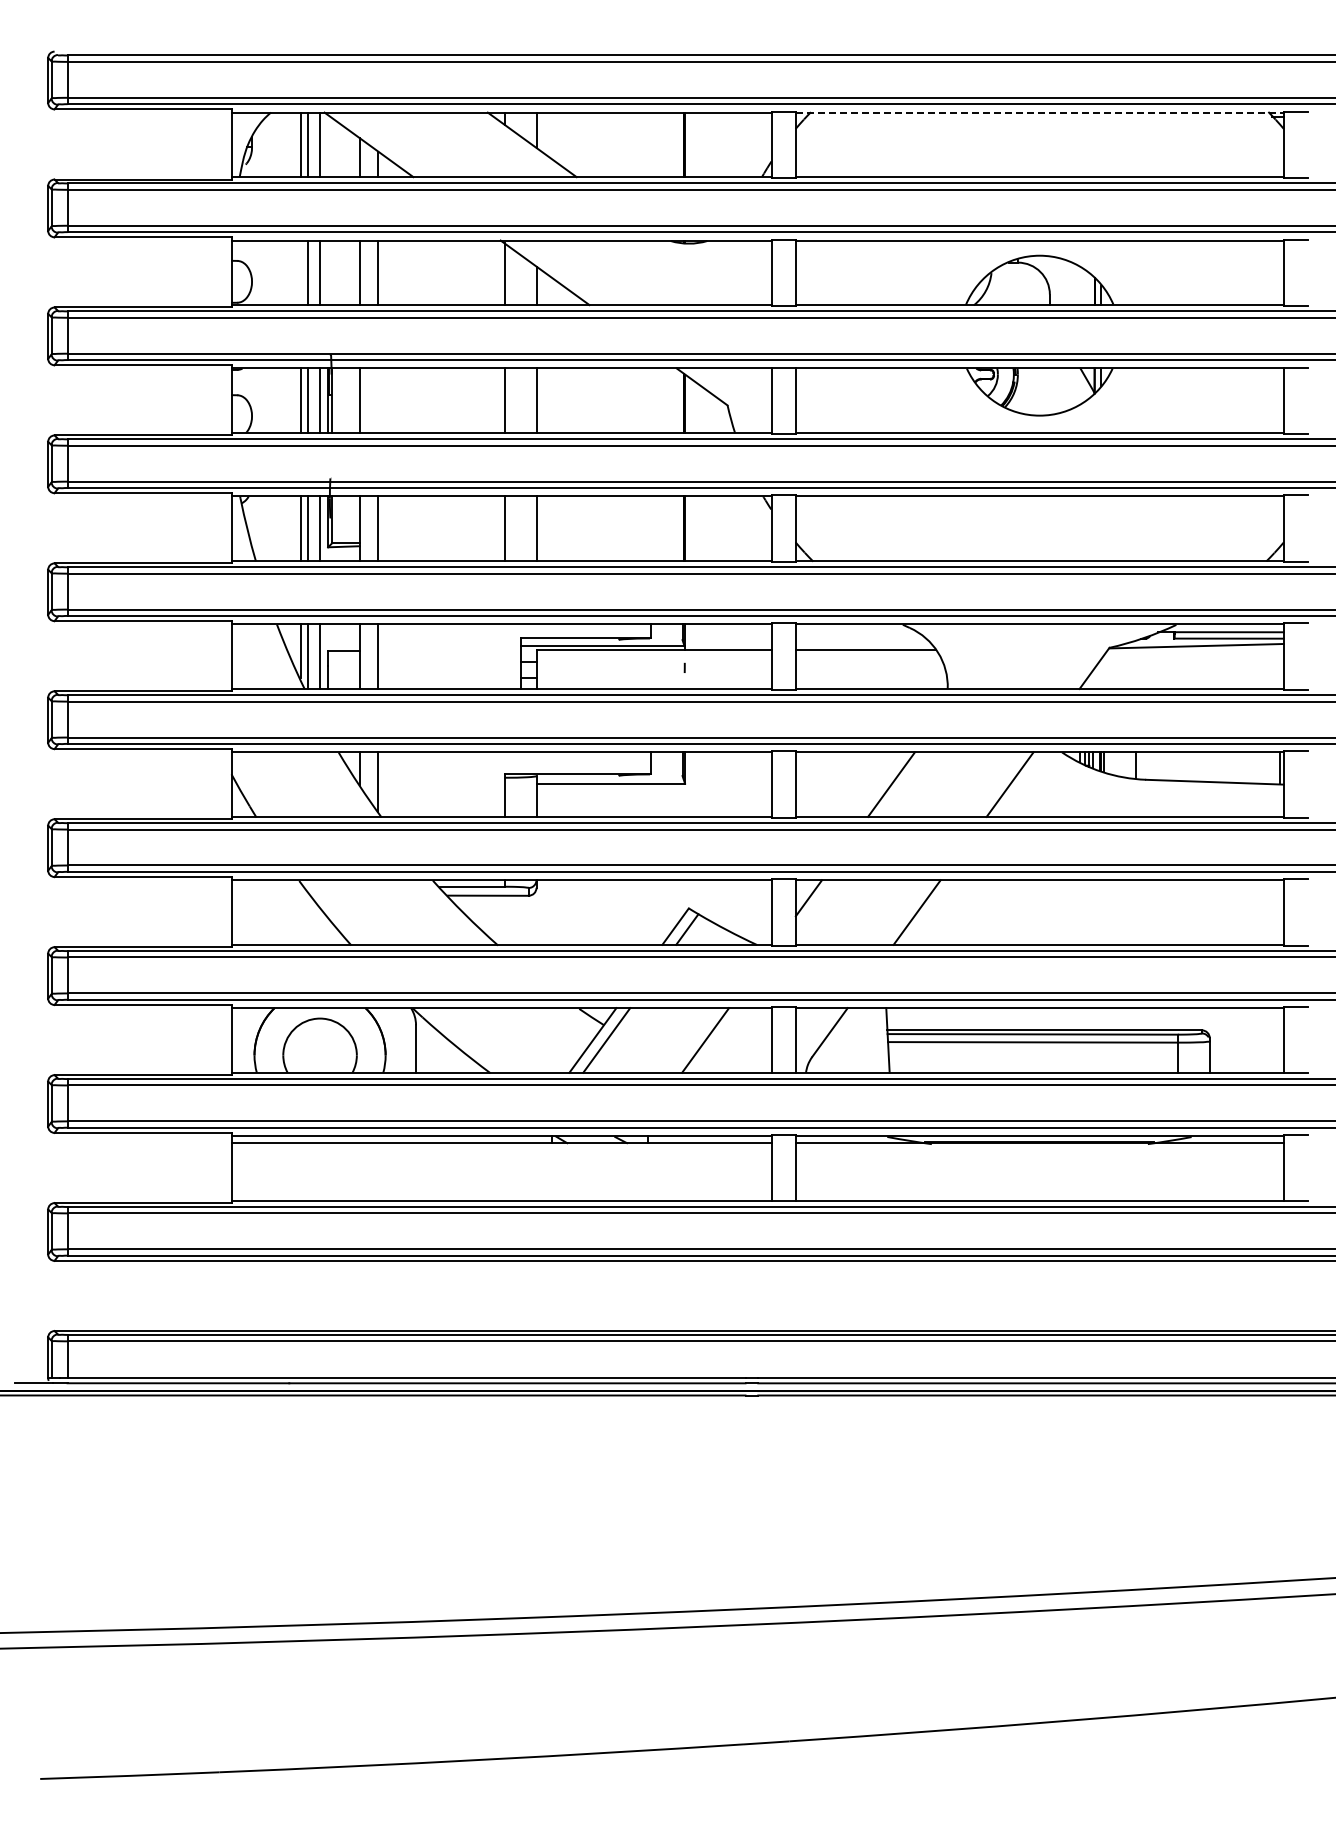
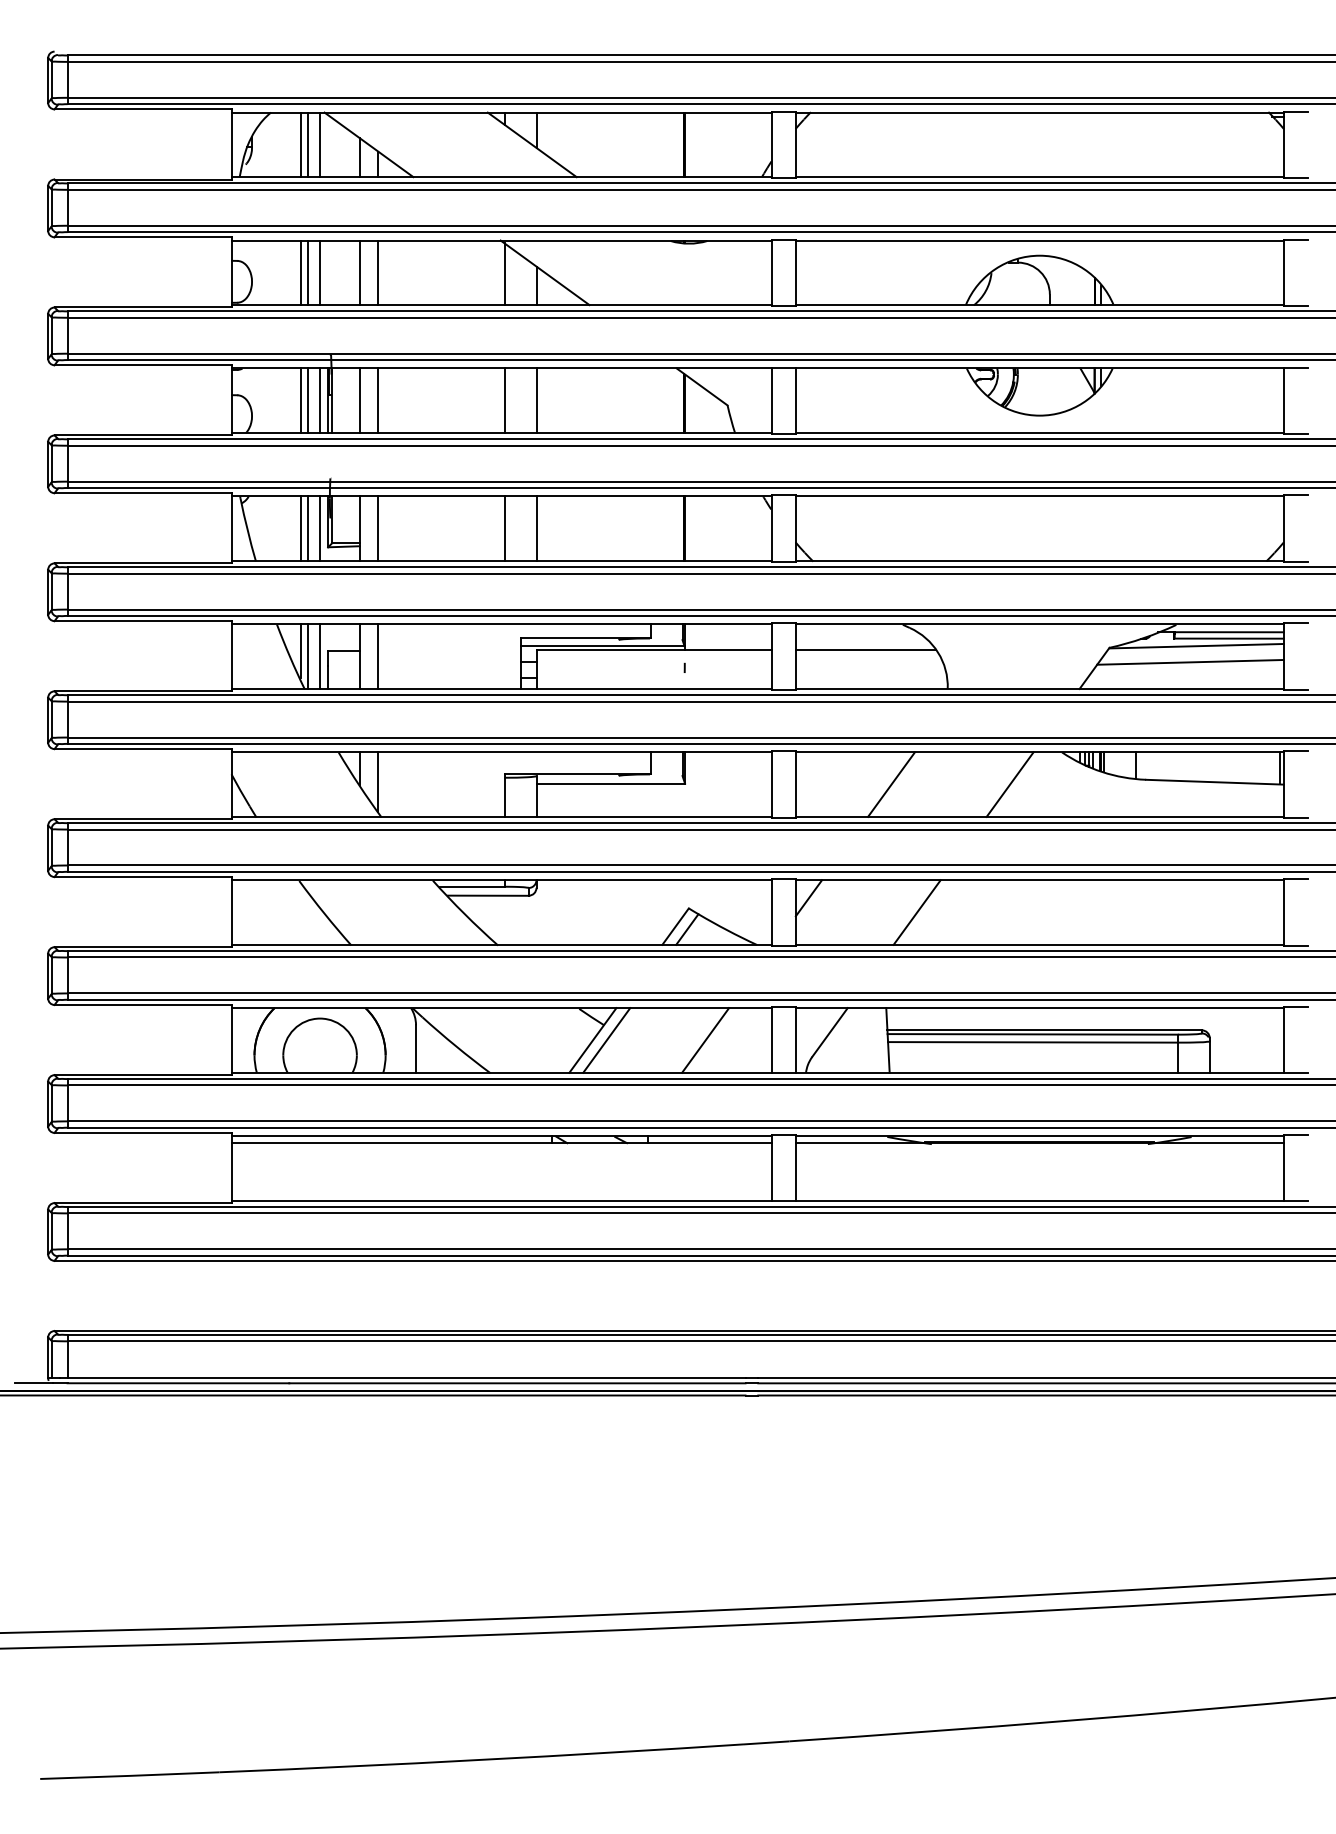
line at (1039, 112): dashed -> solid
line at (300, 272): none -> present
line at (378, 400): none -> present
line at (1190, 661): none -> present
